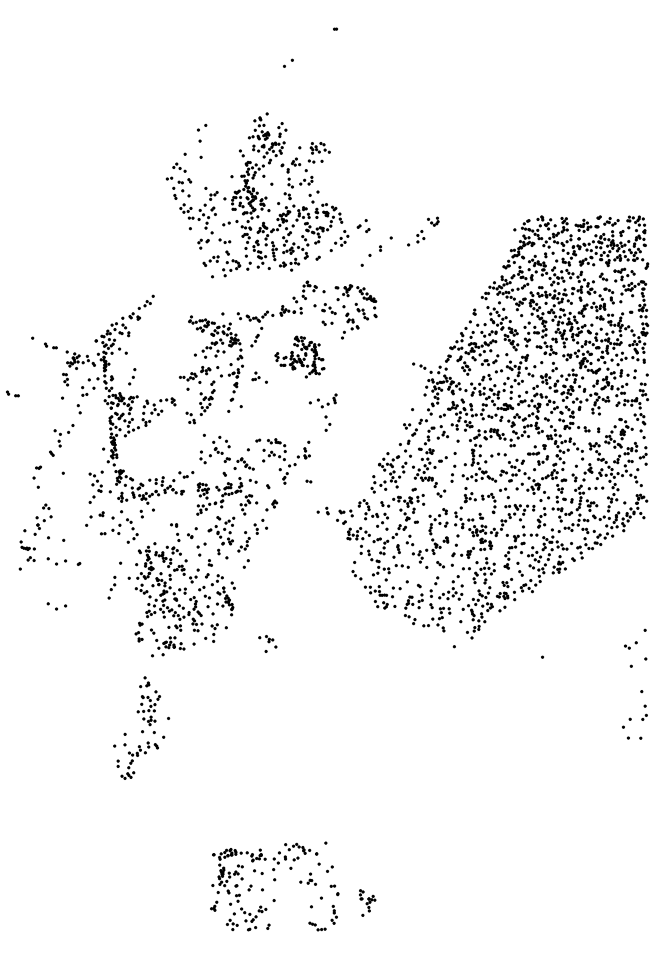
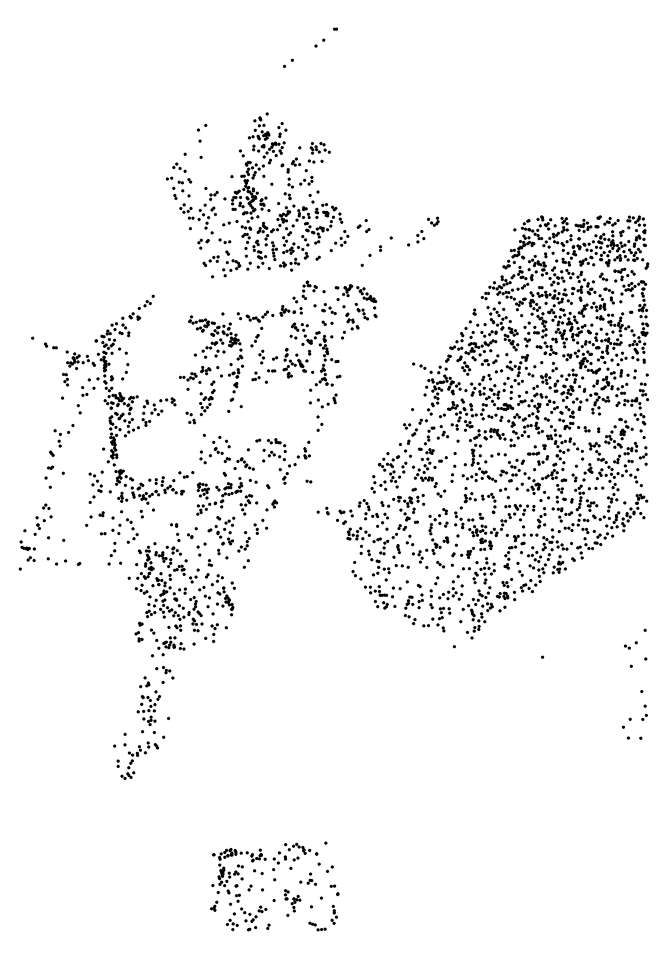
part at (319, 42): none -> present
part at (299, 356) size: 52x44 px -> 84x70 px
part at (132, 376) position: (132, 376) -> (125, 371)
part at (12, 393): present -> none
part at (327, 423) position: (327, 423) -> (319, 423)
part at (36, 476) position: (36, 476) -> (48, 476)
part at (111, 587) position: (111, 587) -> (111, 553)
part at (56, 606): present -> none
part at (267, 643) position: (267, 643) -> (164, 674)
part at (367, 902) position: (367, 902) -> (292, 902)
